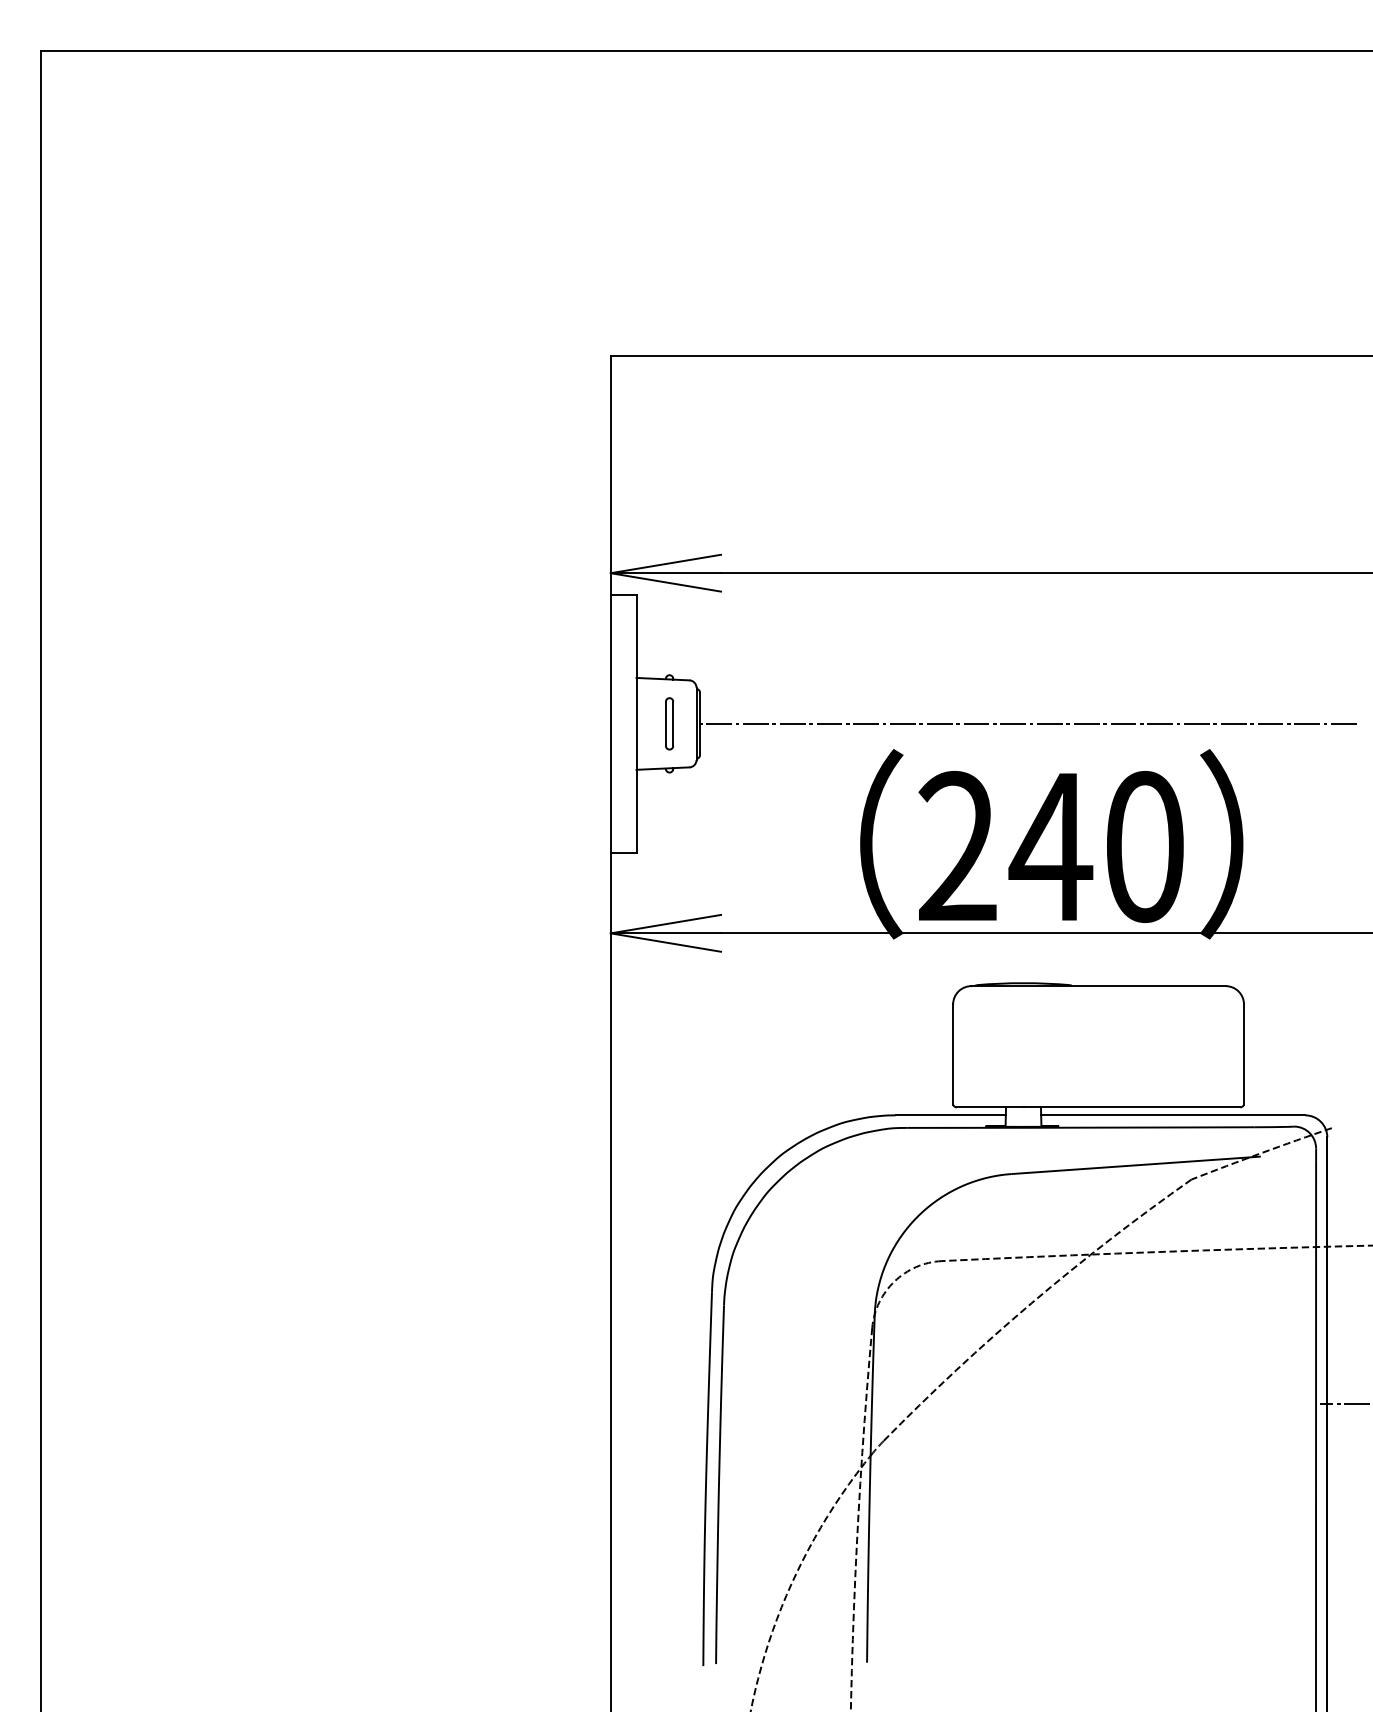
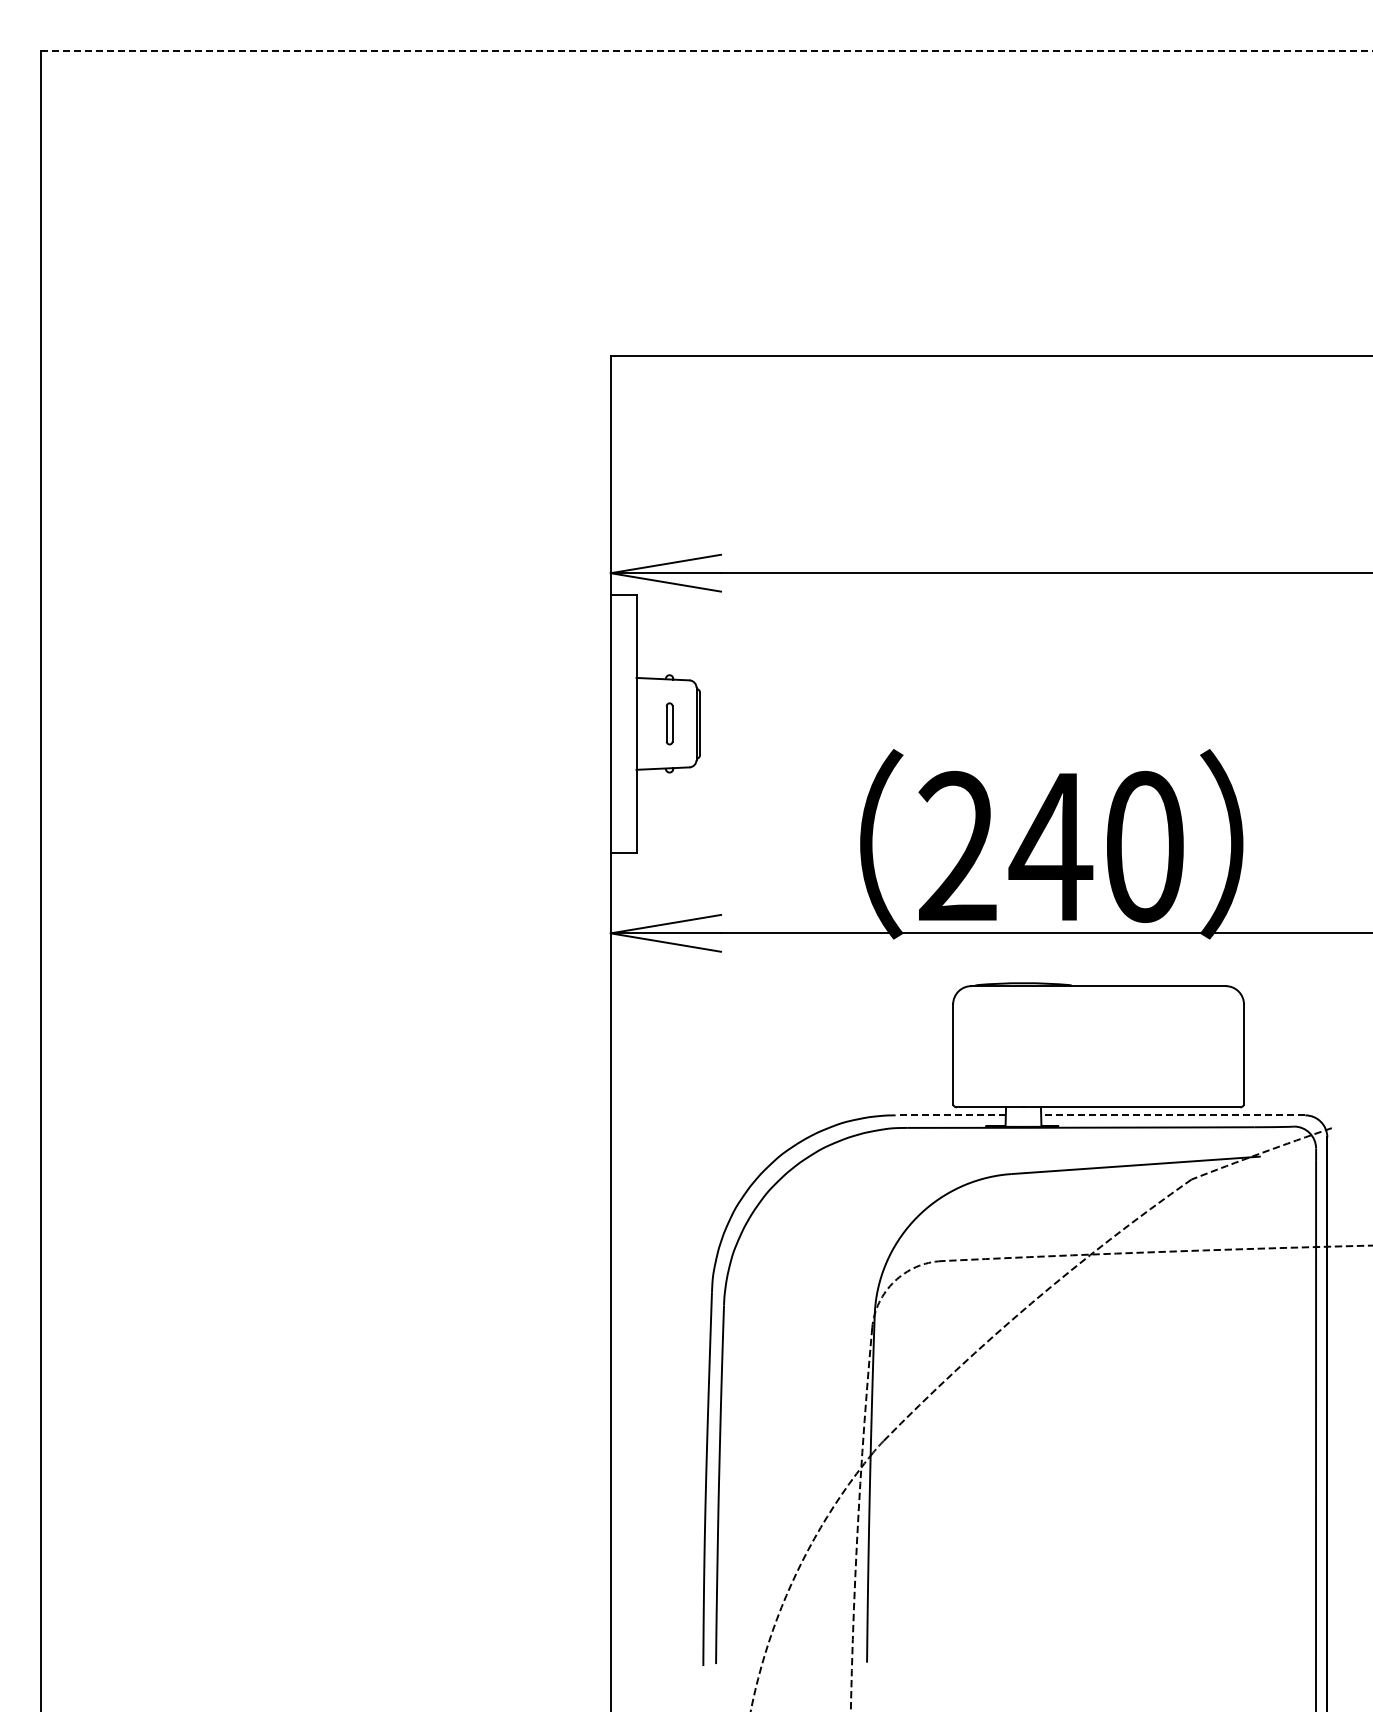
line at (706, 51): solid -> dashed
part at (669, 723) size: 10x54 px -> 9x44 px
line at (1028, 723): present -> none
line at (950, 1115): solid -> dashed
line at (1172, 1115): solid -> dashed
line at (1344, 1403): present -> none
